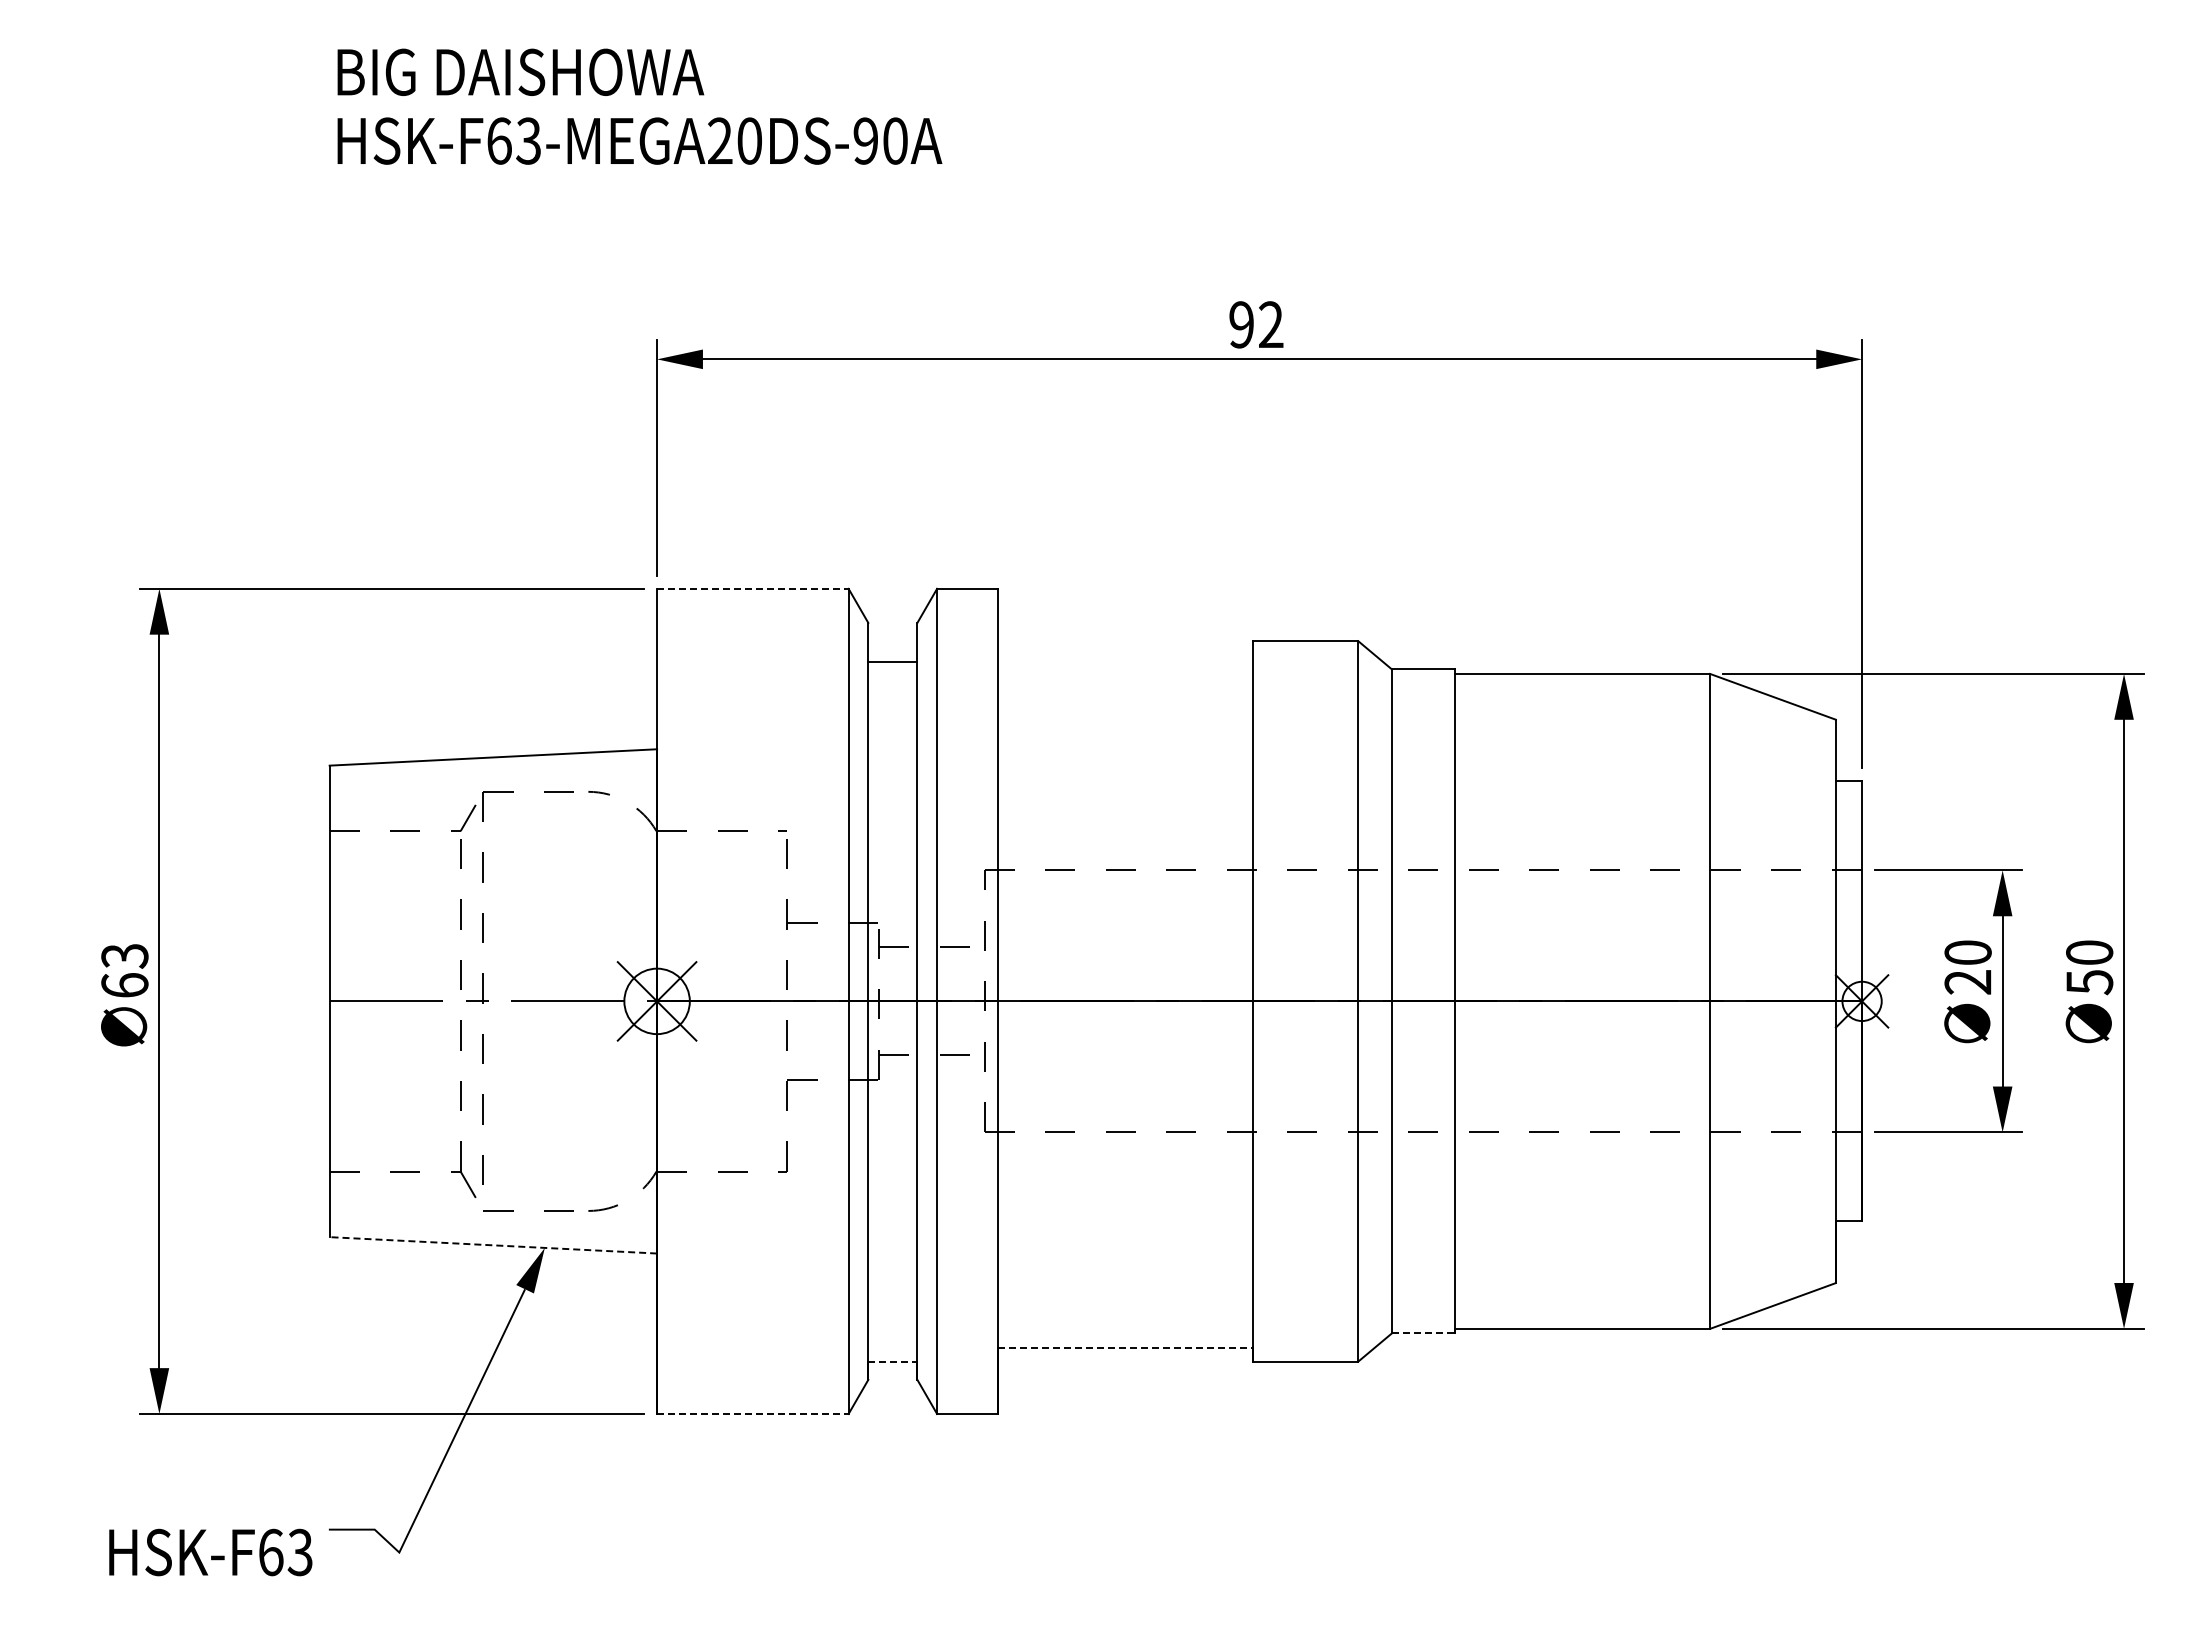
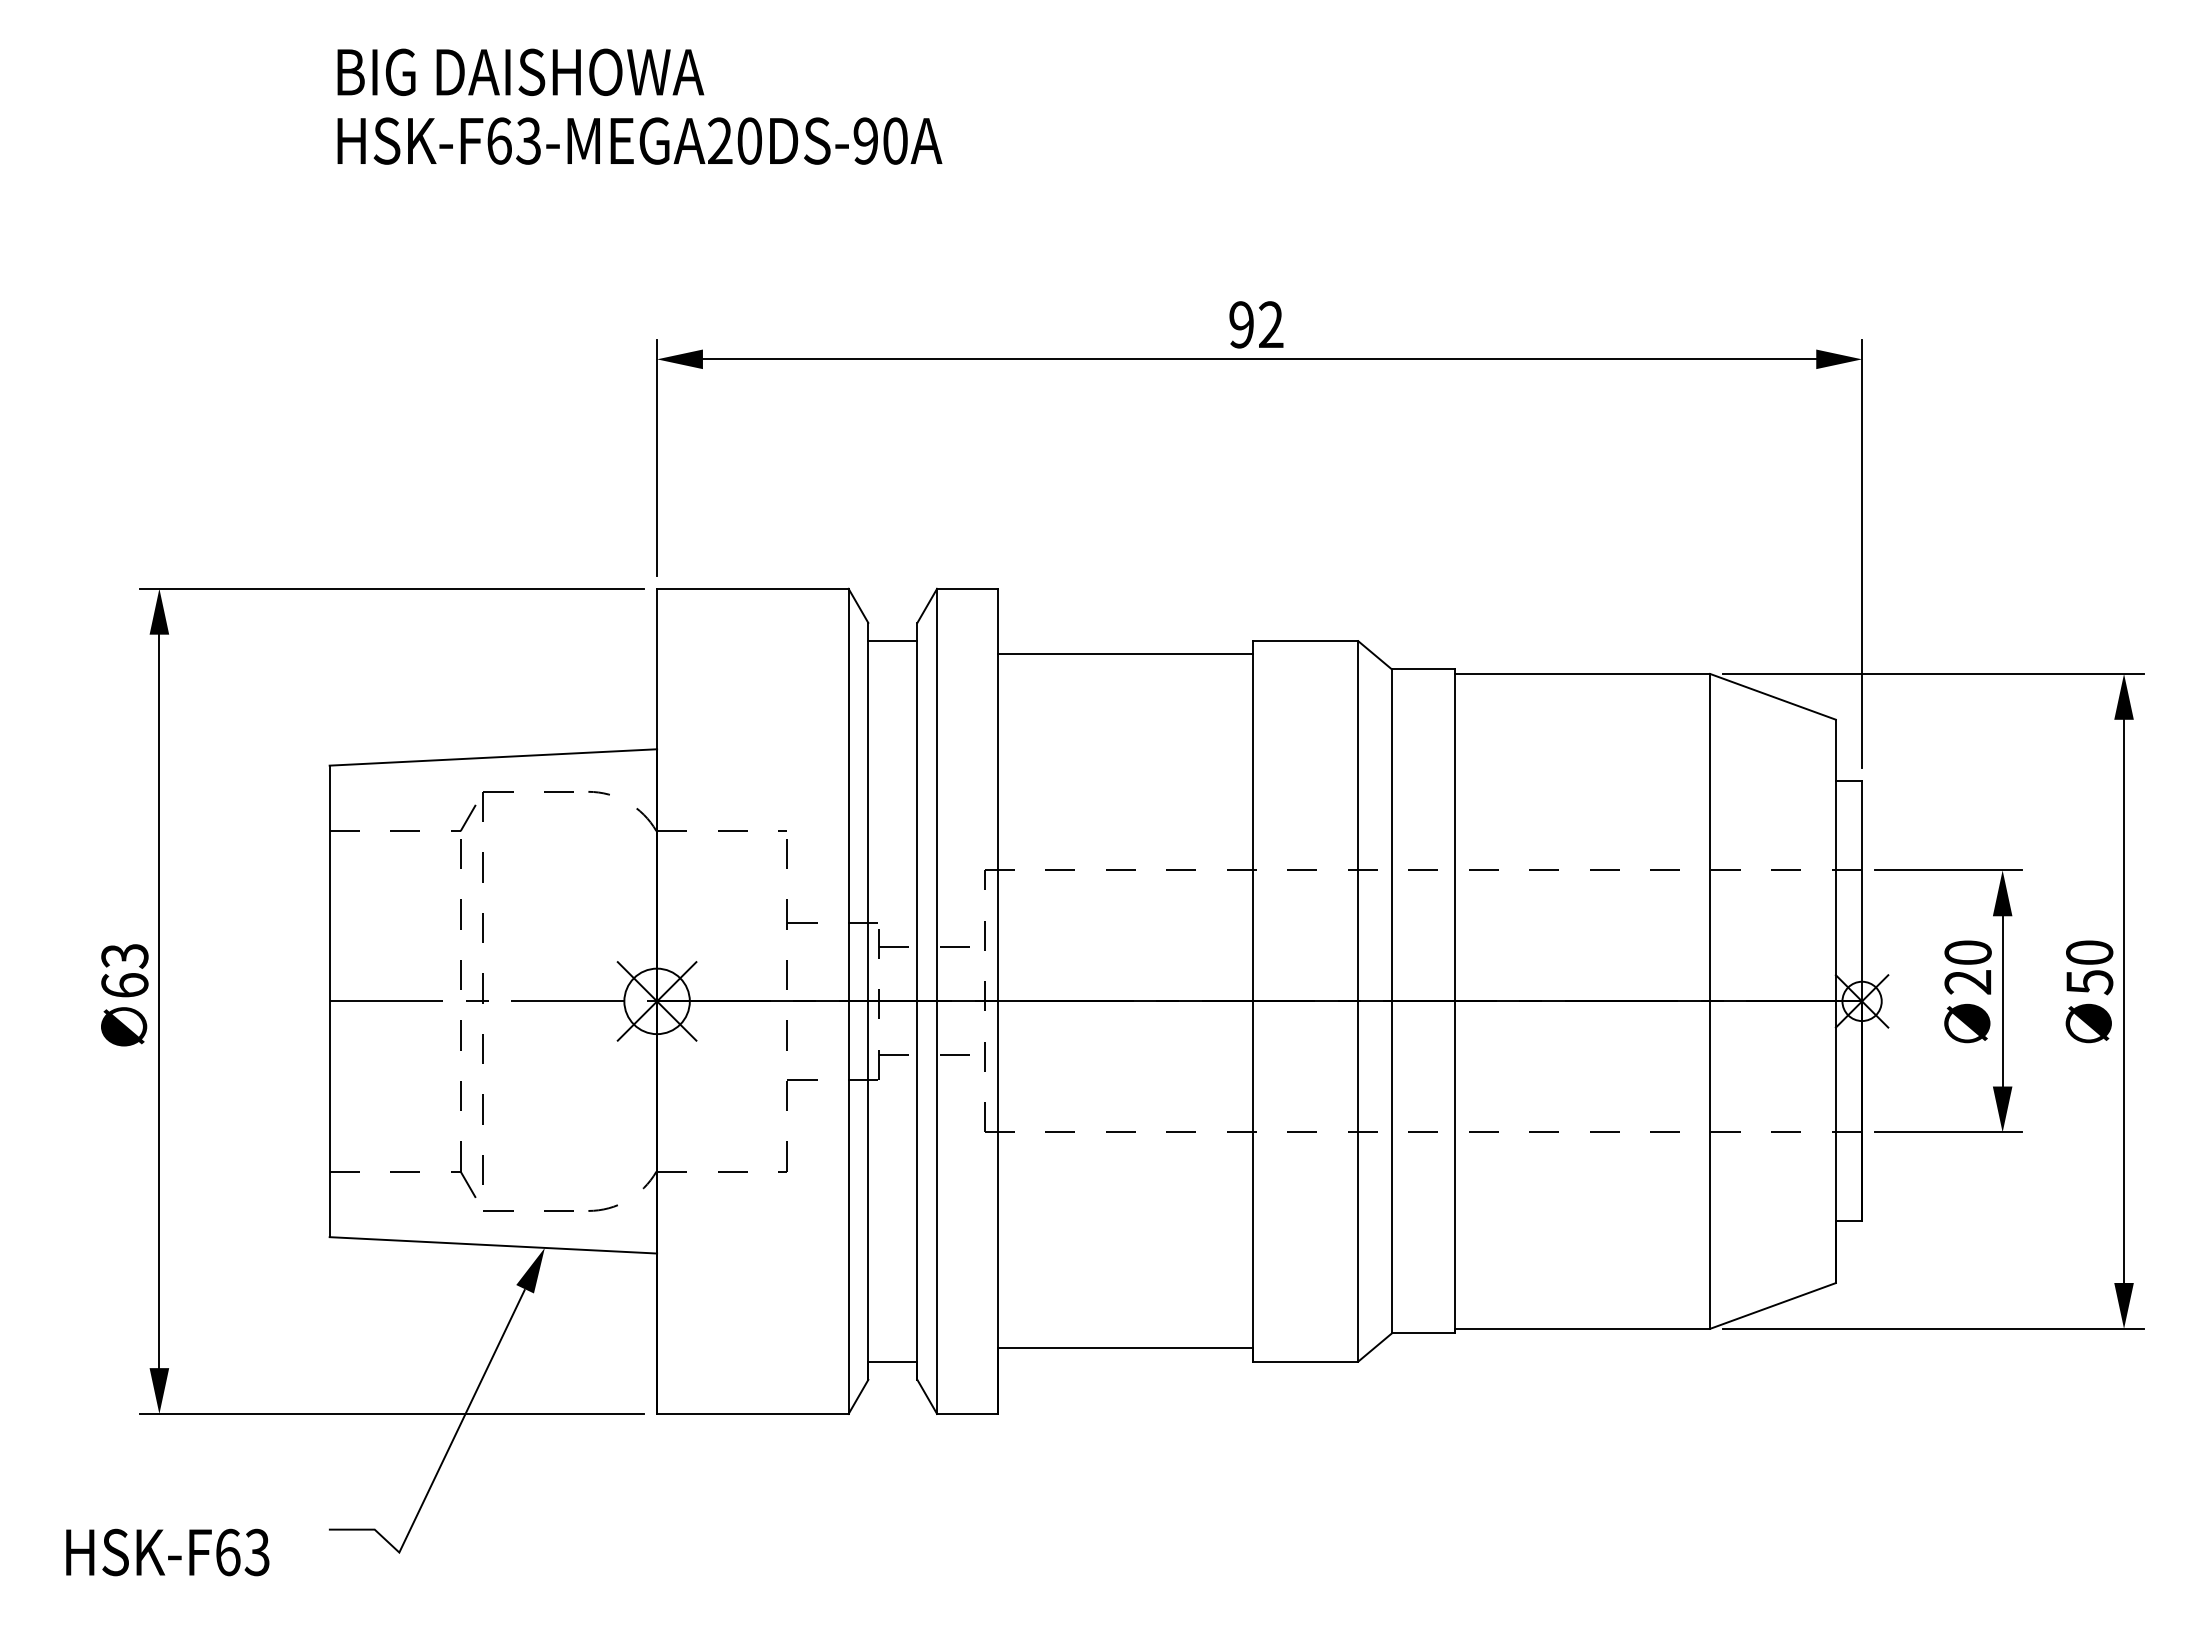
line at (752, 588): dashed -> solid
line at (1125, 654): none -> present
line at (892, 662) position: (892, 662) -> (892, 641)
line at (493, 1245): dashed -> solid
line at (1423, 1333): dashed -> solid
line at (1125, 1348): dashed -> solid
line at (892, 1361): dashed -> solid
line at (752, 1413): dashed -> solid
text at (210, 1552) position: (210, 1552) -> (167, 1552)
